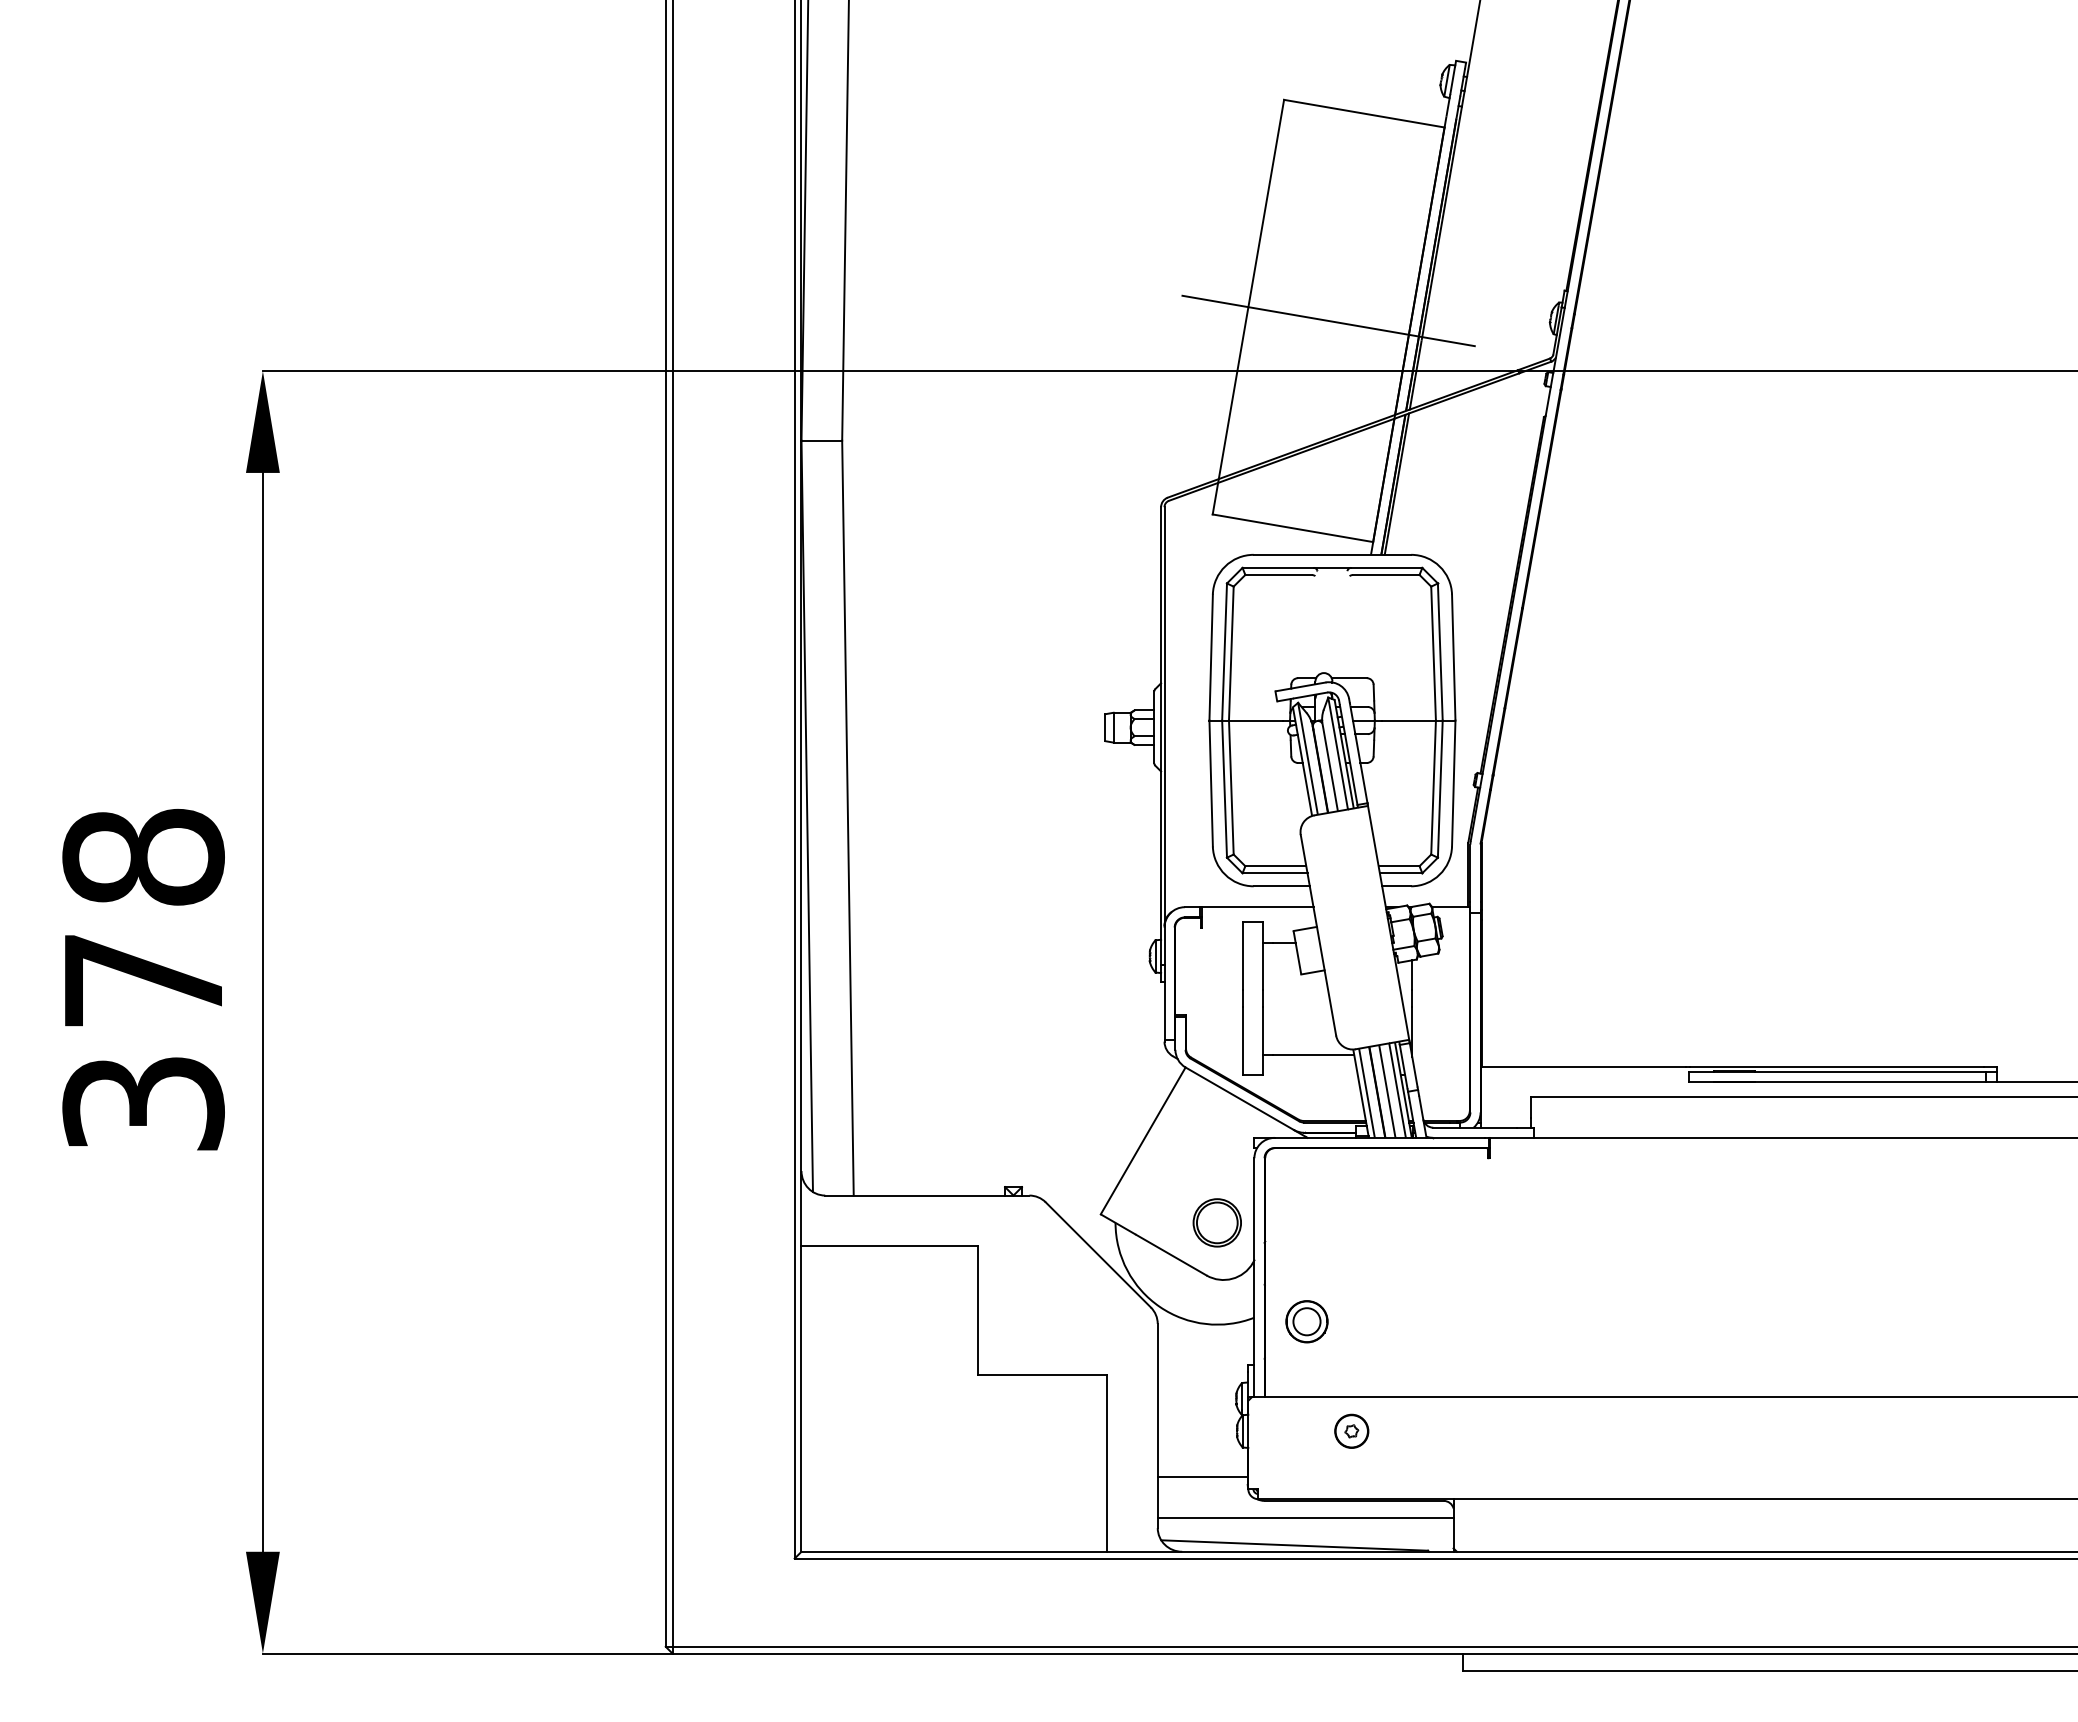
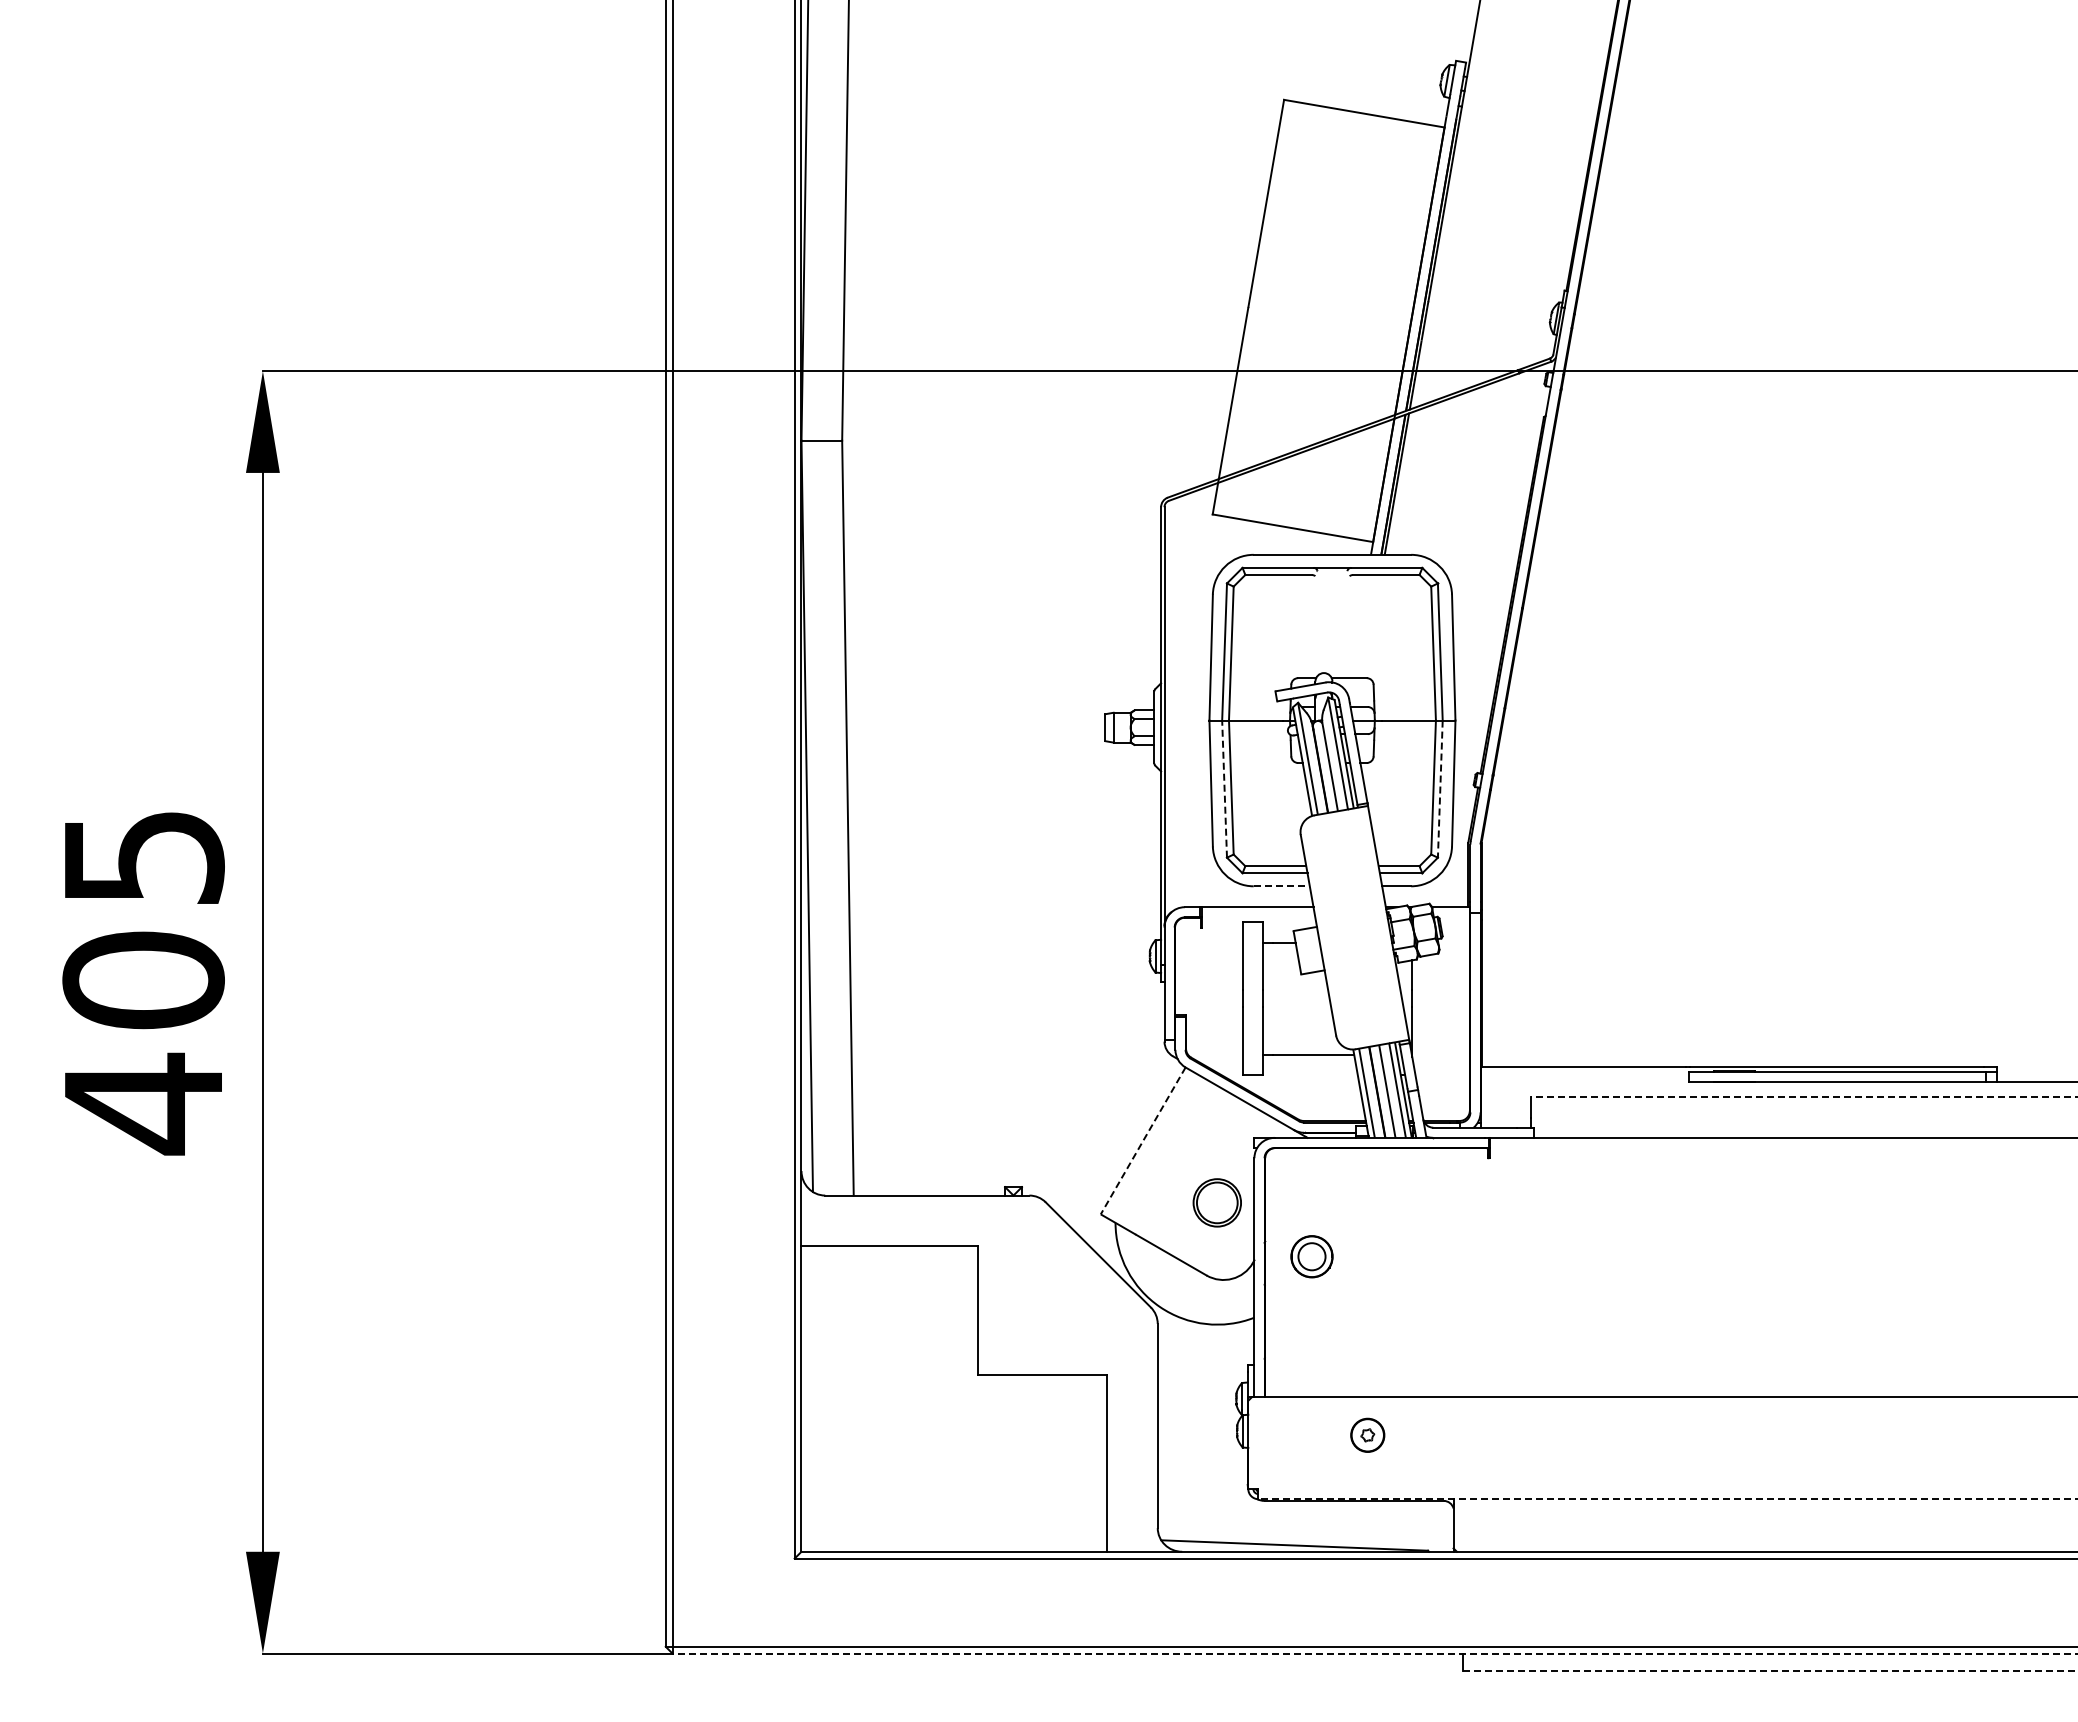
line at (1328, 320): present -> none
line at (1224, 789): solid -> dashed
line at (1440, 789): solid -> dashed
line at (1282, 886): solid -> dashed
text at (143, 981): 378 -> 405
line at (1803, 1097): solid -> dashed
line at (1143, 1140): solid -> dashed
part at (1216, 1222) position: (1216, 1222) -> (1216, 1202)
part at (1306, 1321) position: (1306, 1321) -> (1311, 1256)
part at (1351, 1430) position: (1351, 1430) -> (1367, 1434)
line at (1202, 1477): present -> none
line at (1668, 1499): solid -> dashed
line at (1305, 1517): present -> none
line at (1374, 1653): solid -> dashed
line at (1771, 1670): solid -> dashed
